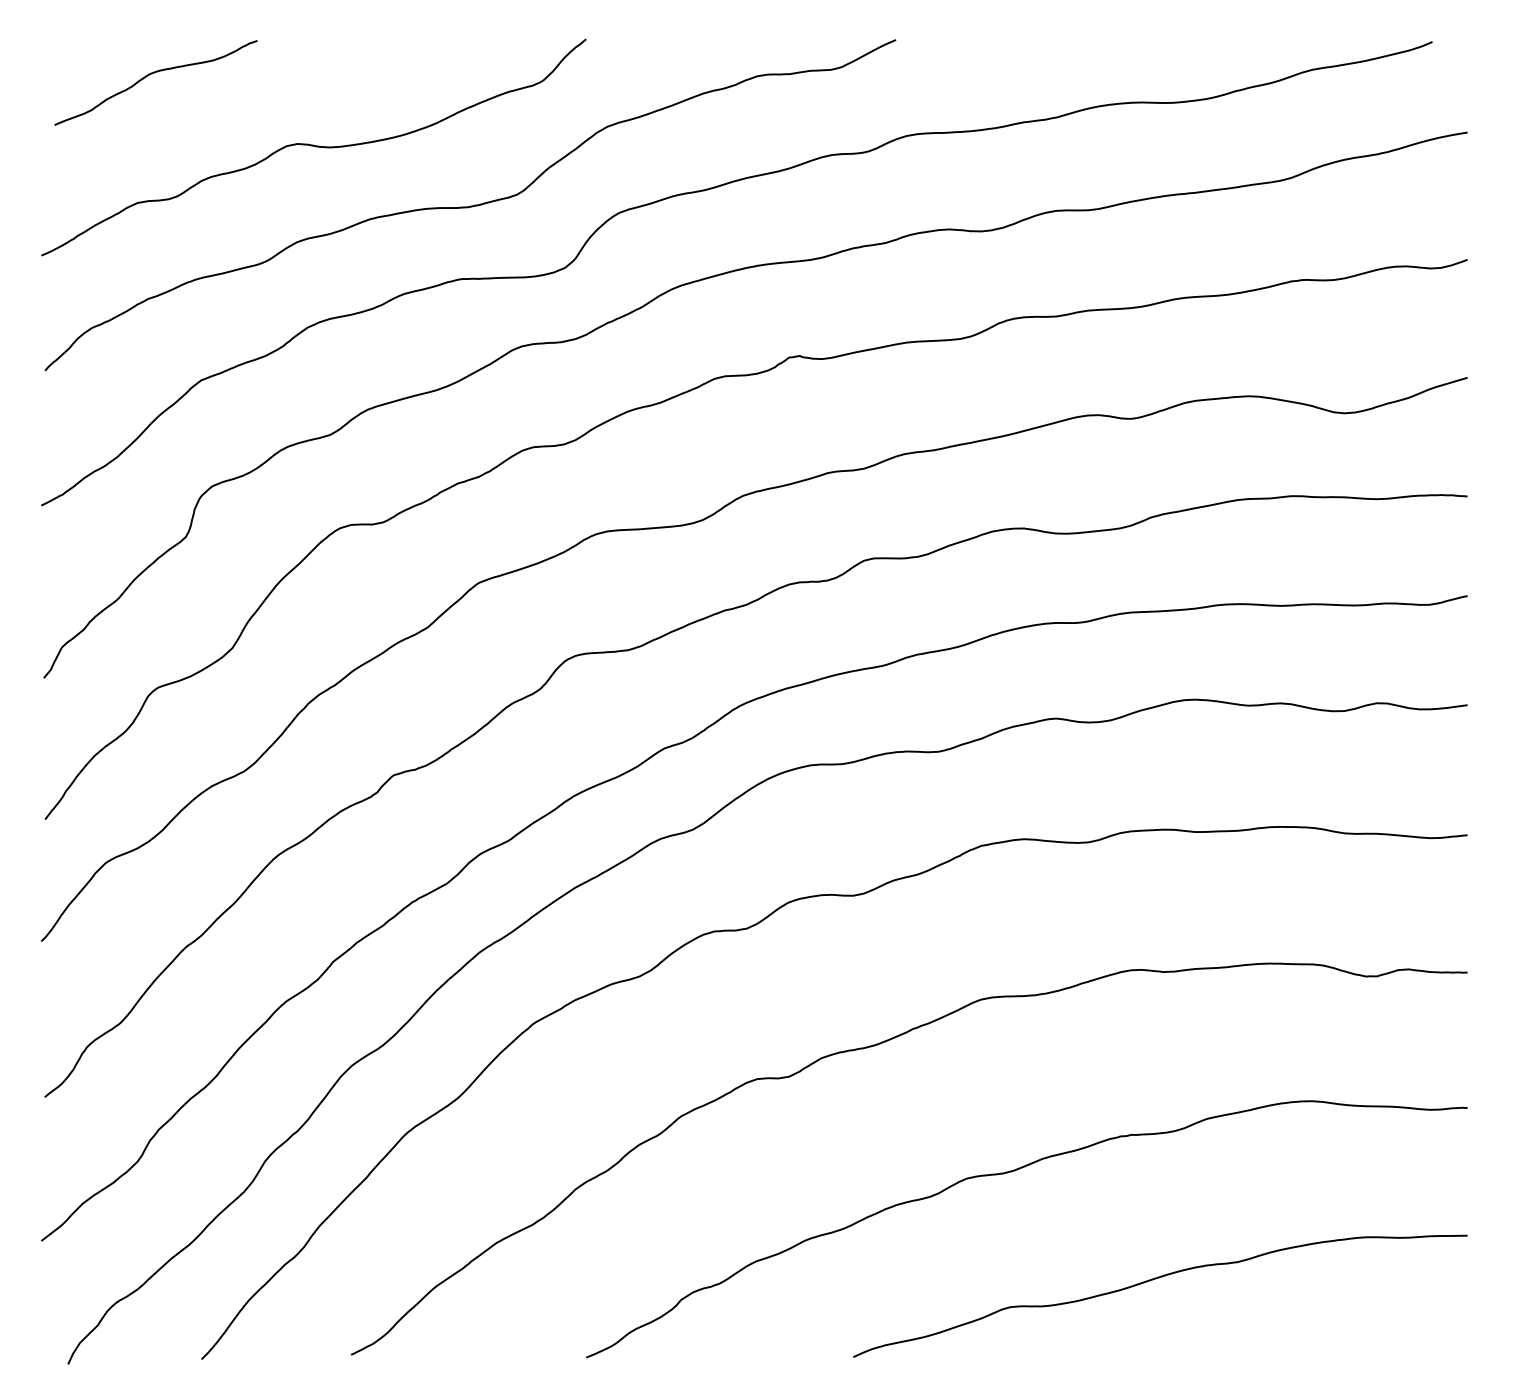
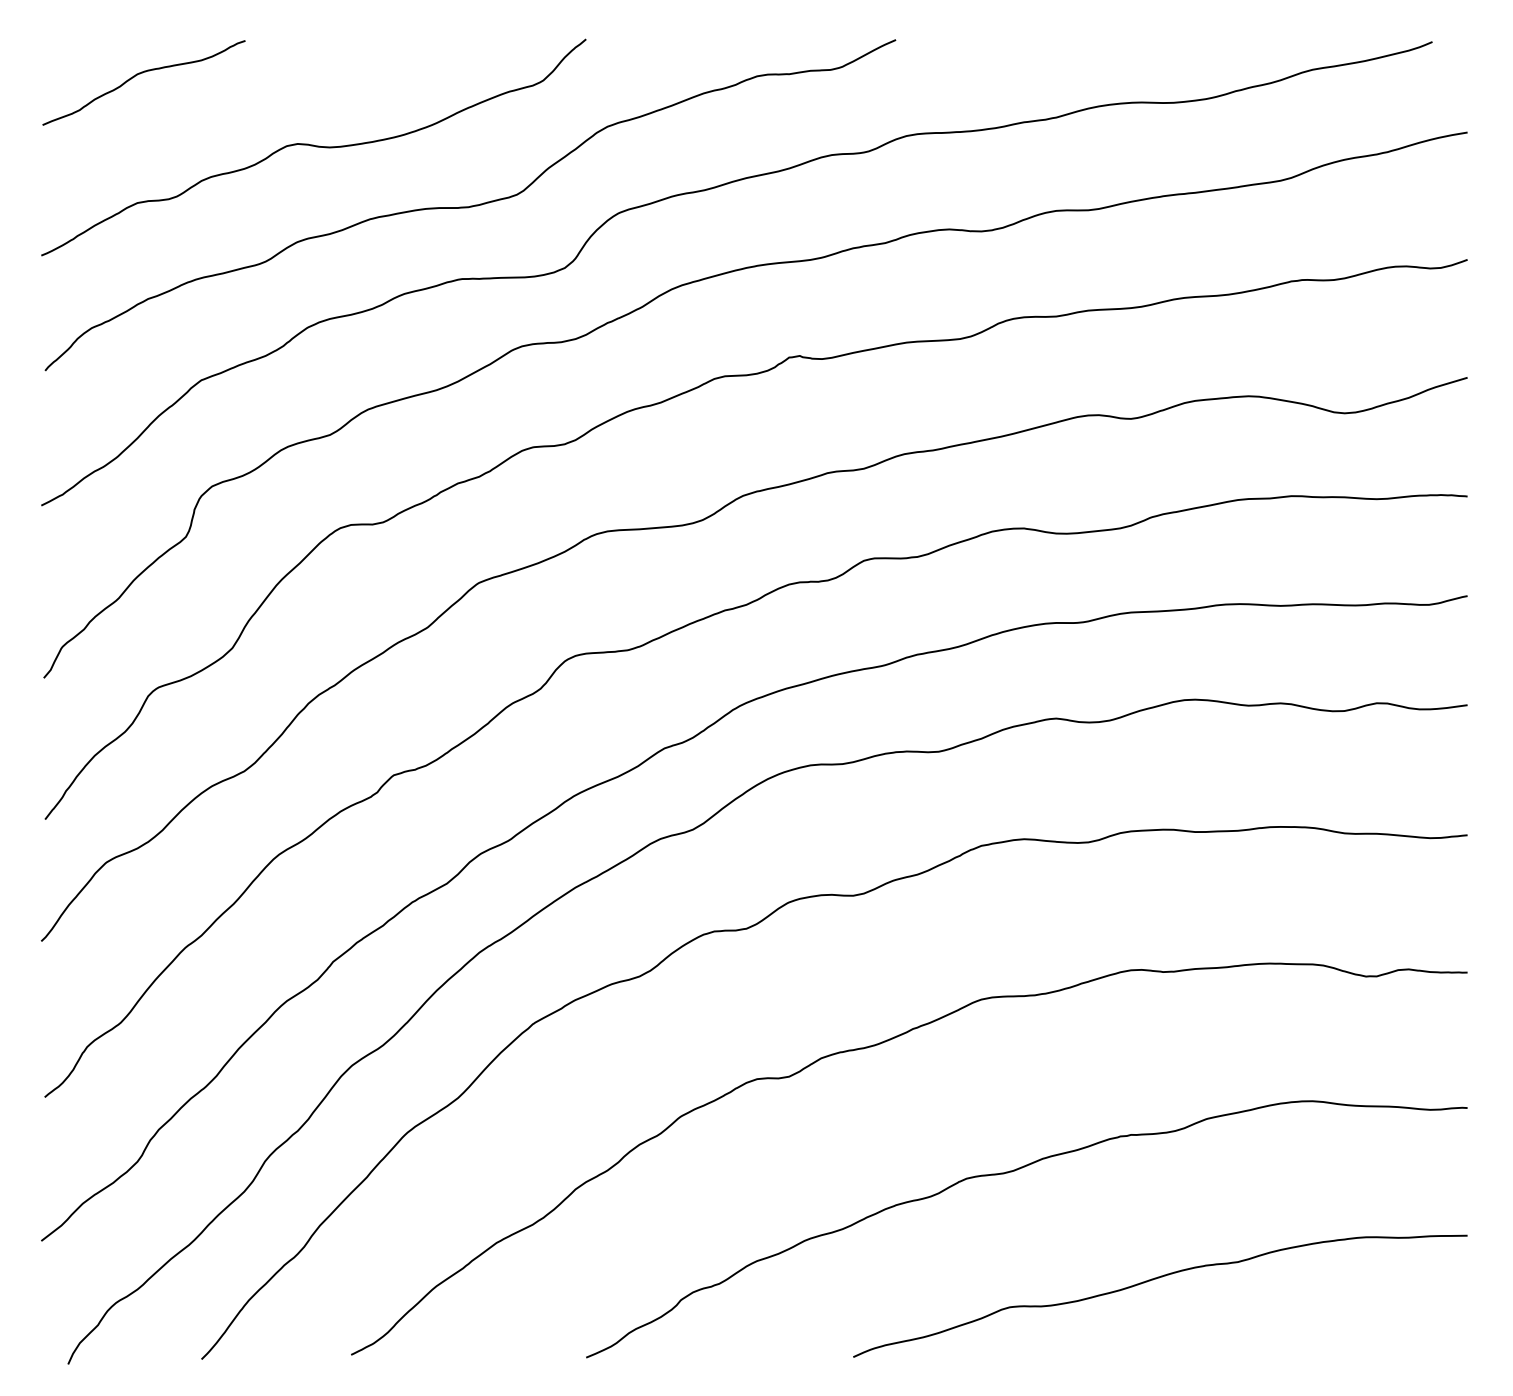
curve at (152, 74) position: (152, 74) -> (140, 74)
